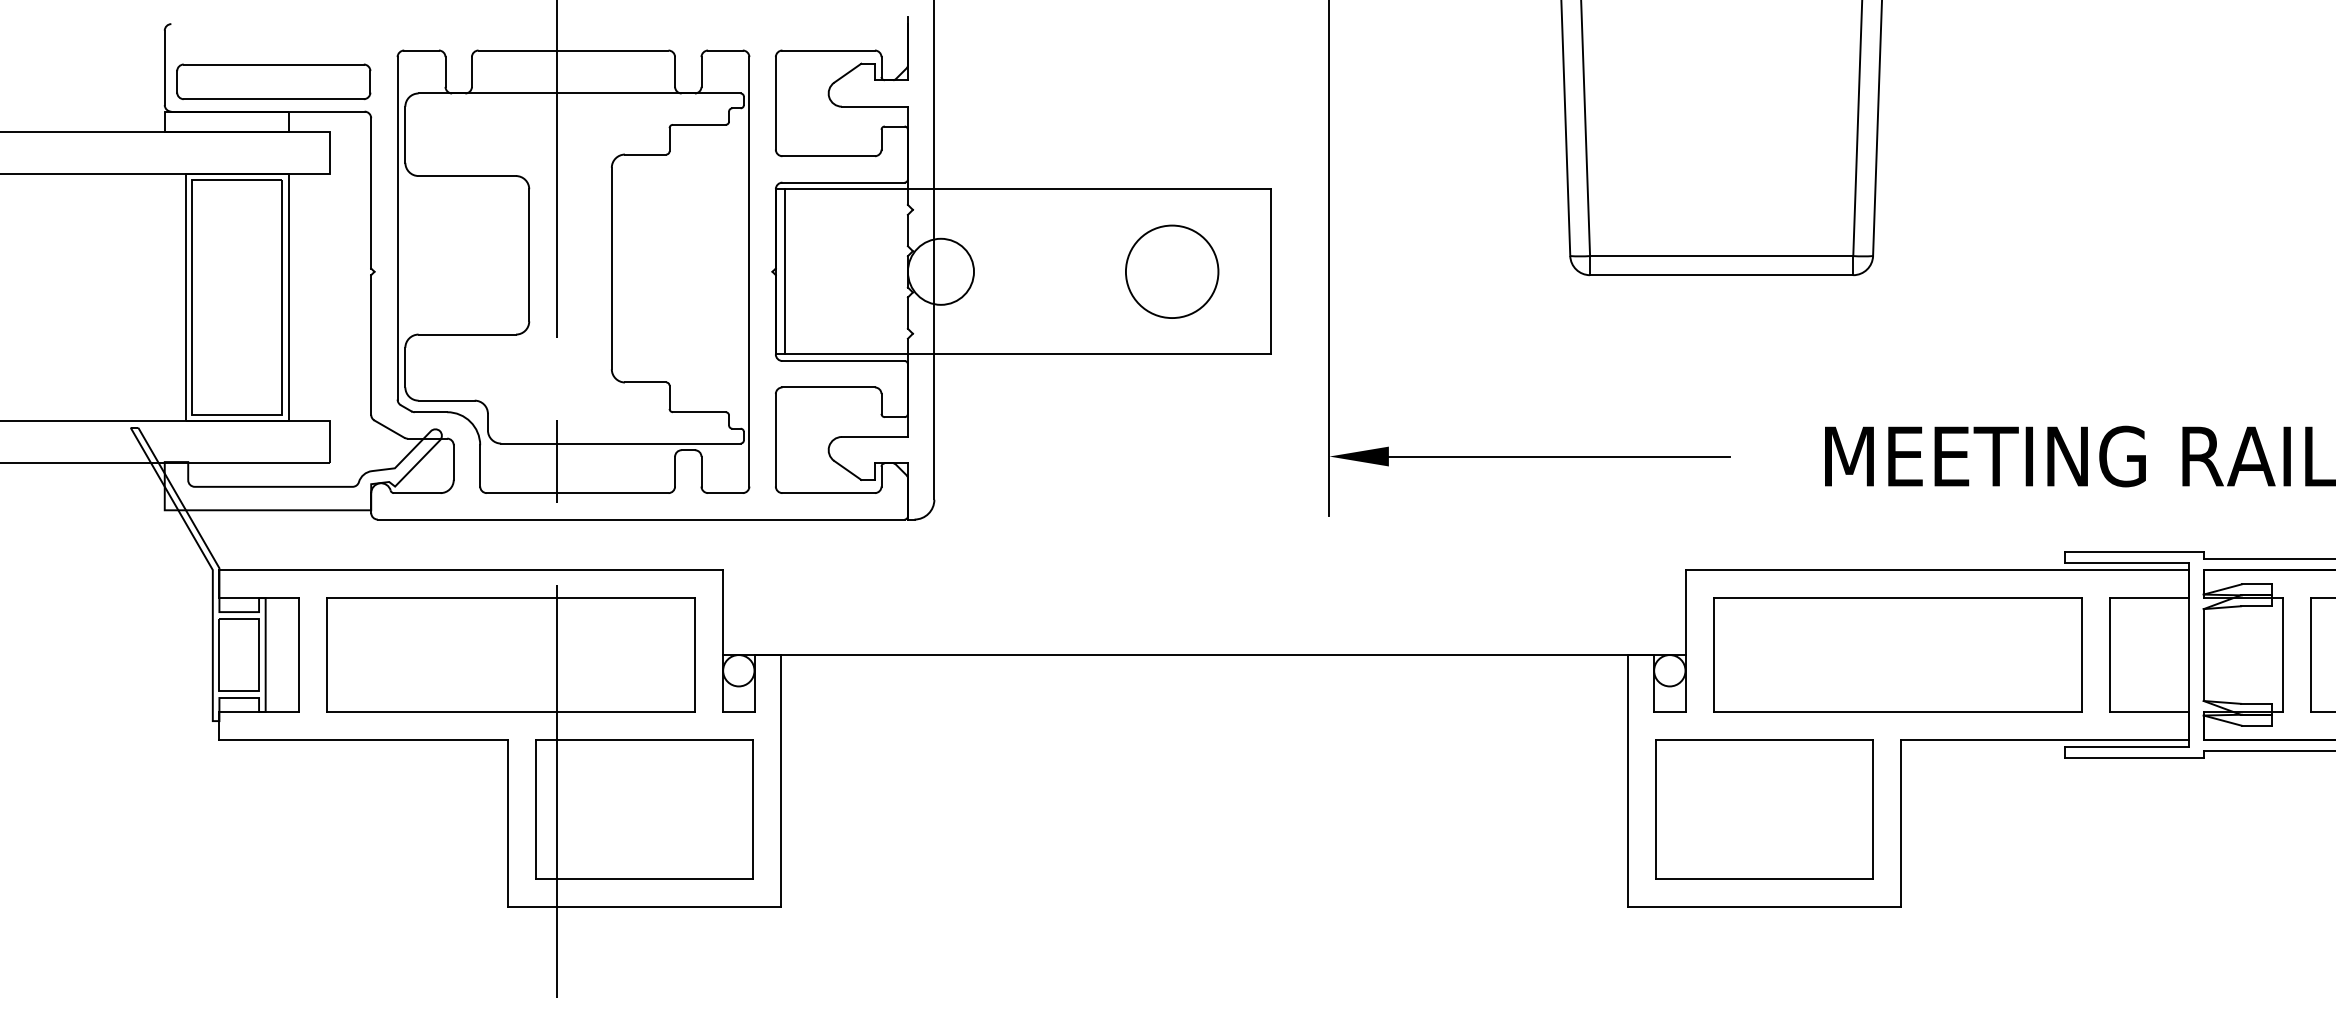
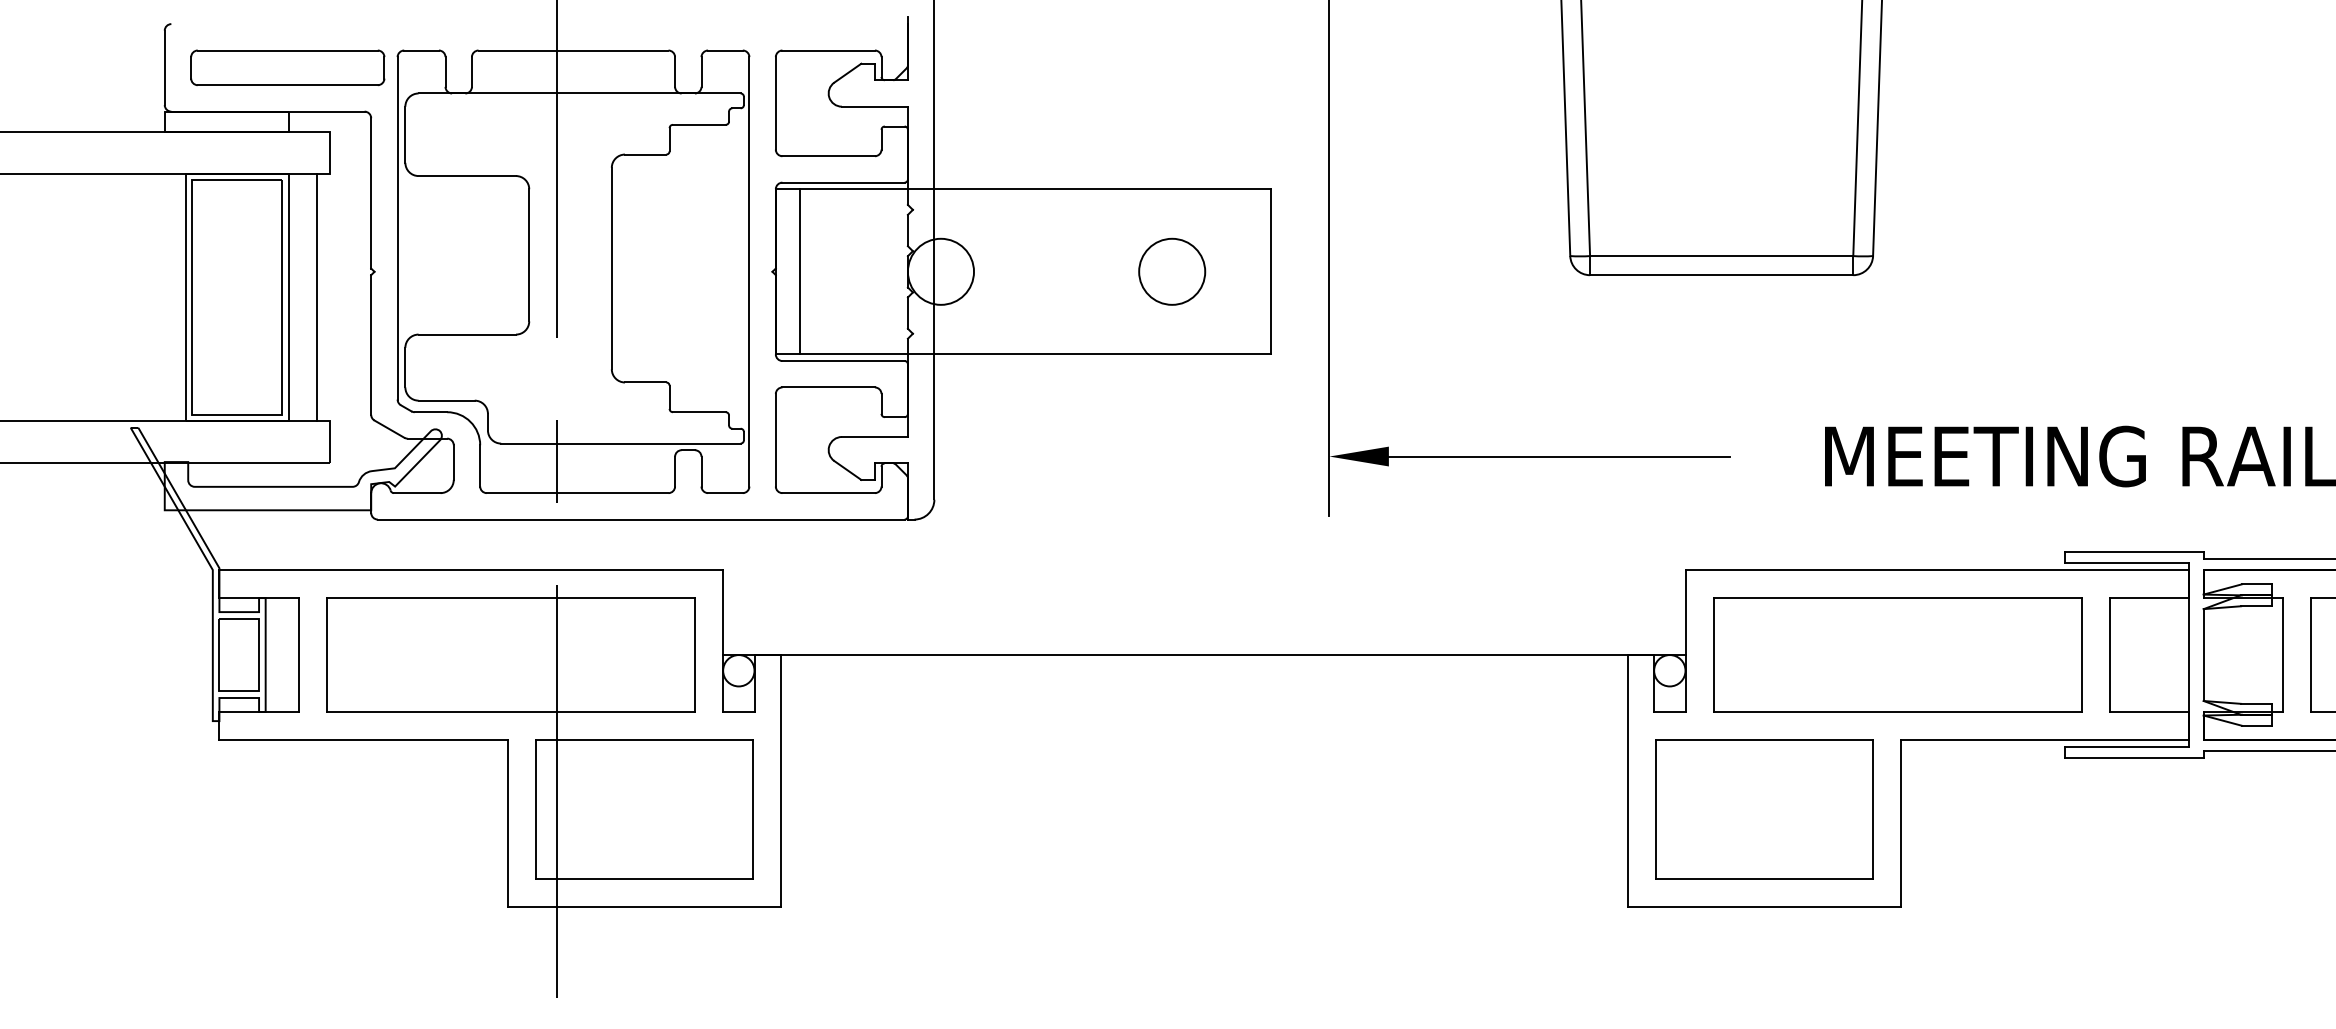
part at (273, 81) position: (273, 81) -> (287, 67)
line at (785, 271) position: (785, 271) -> (800, 271)
circle at (1171, 271) diameter: 92 px -> 66 px
line at (316, 297): none -> present
